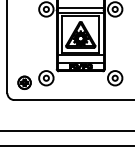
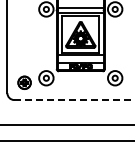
line at (75, 100): solid -> dashed
line at (66, 131) position: (66, 131) -> (66, 125)
line at (66, 145) position: (66, 145) -> (66, 140)
